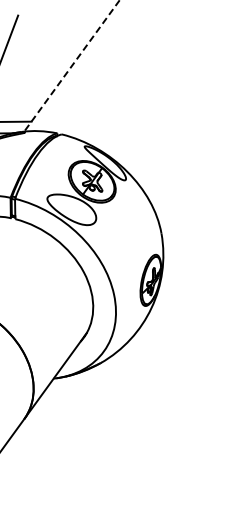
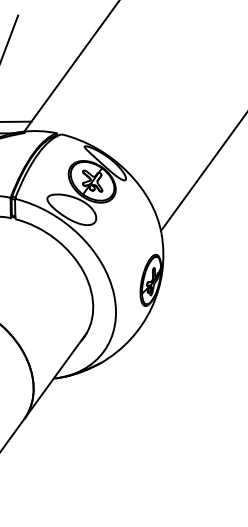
line at (71, 66): dashed -> solid
line at (202, 173): none -> present
